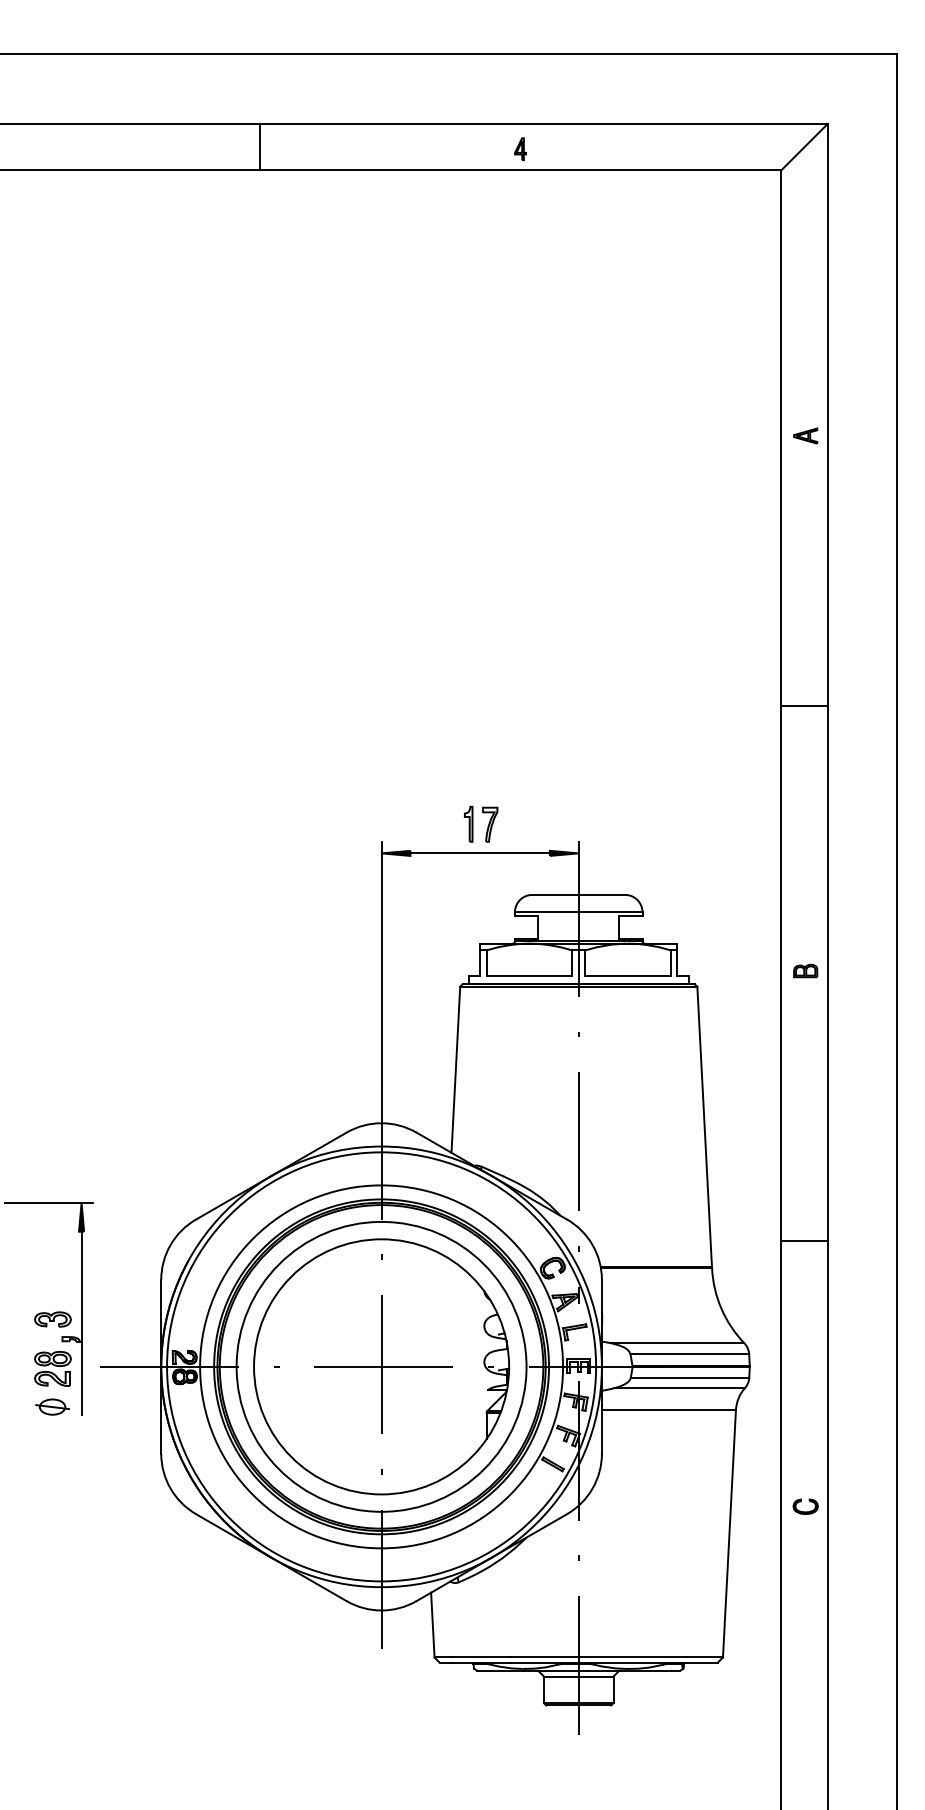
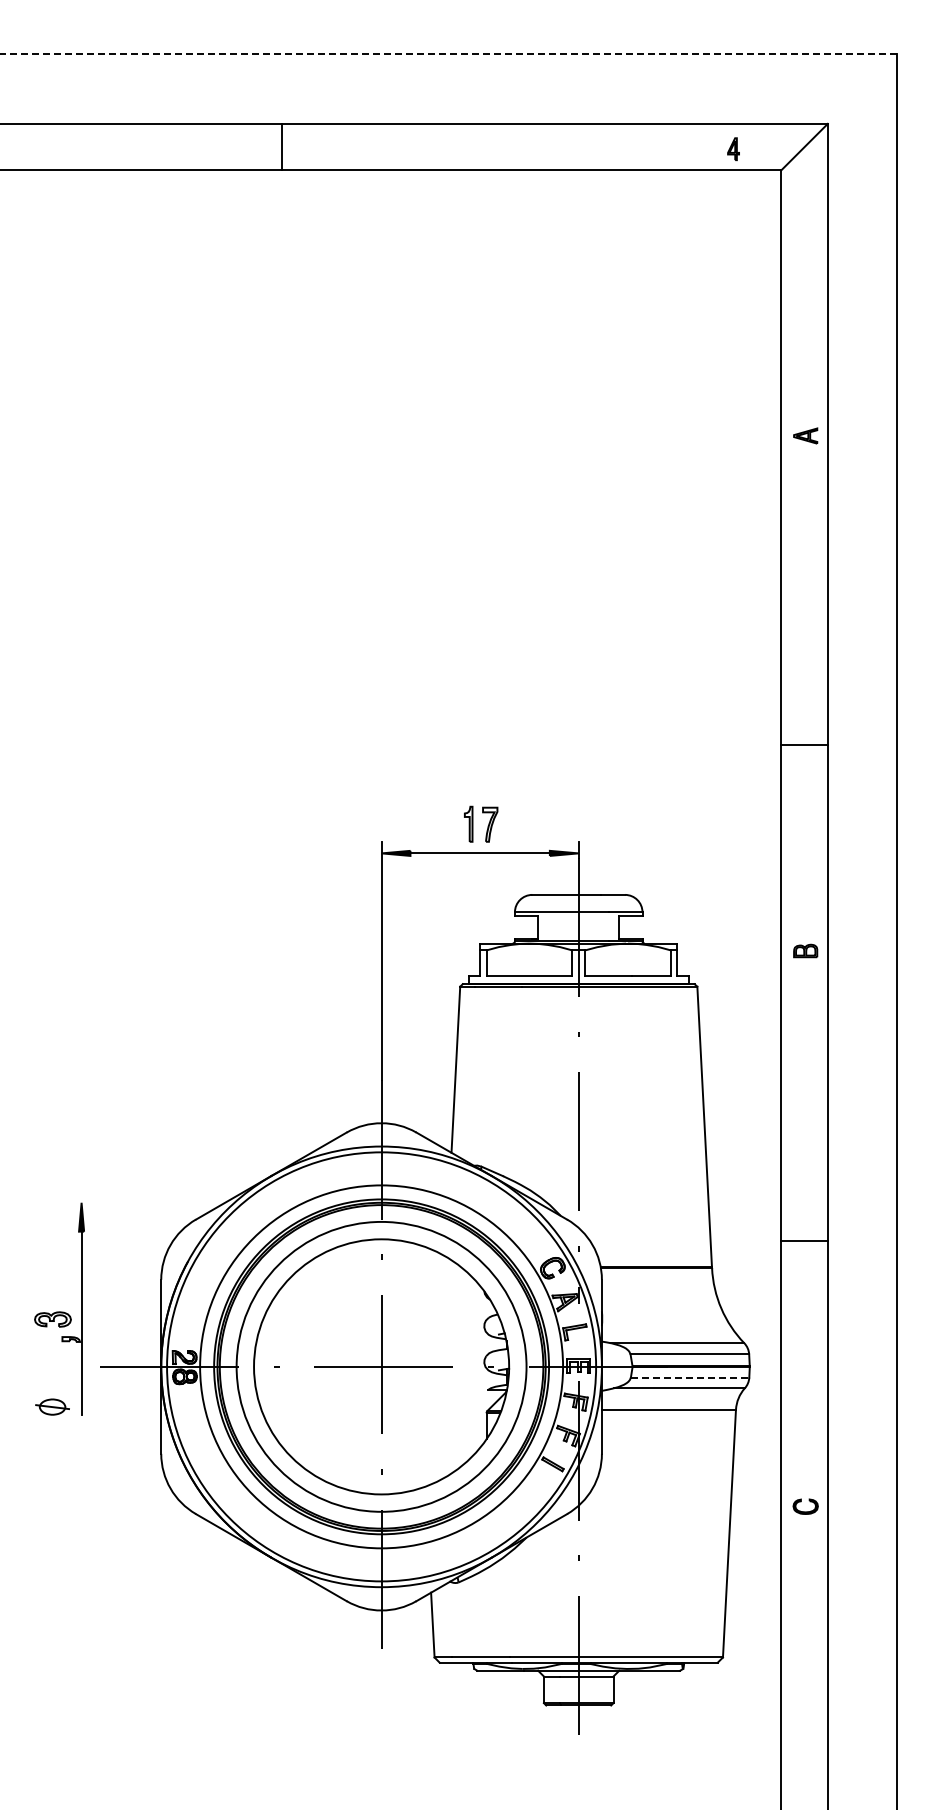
line at (448, 54): solid -> dashed
line at (259, 146) position: (259, 146) -> (281, 146)
part at (520, 149) position: (520, 149) -> (733, 149)
line at (804, 705) position: (804, 705) -> (804, 744)
part at (805, 970) position: (805, 970) -> (805, 950)
line at (48, 1202): present -> none
part at (52, 1368): present -> none
line at (690, 1377): solid -> dashed
